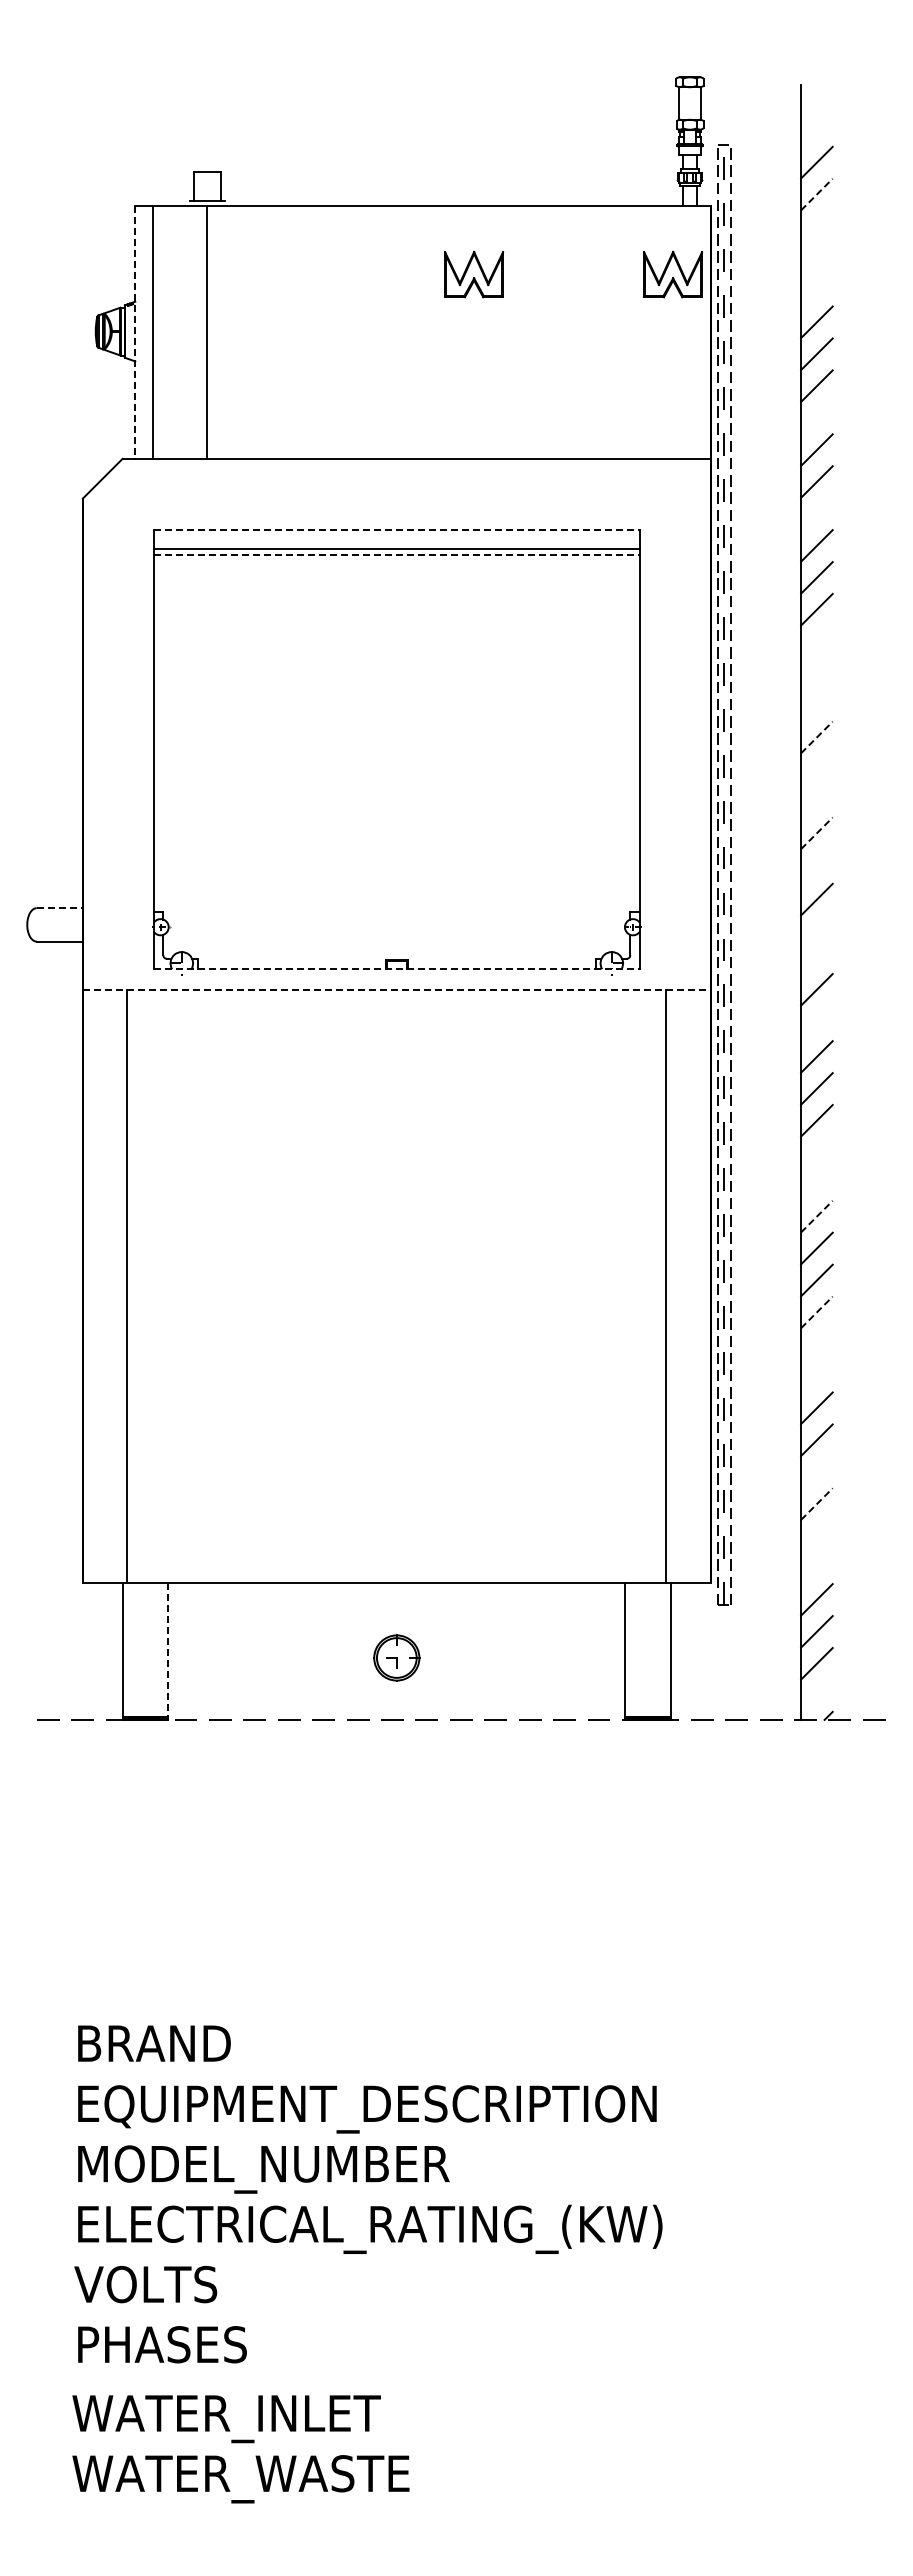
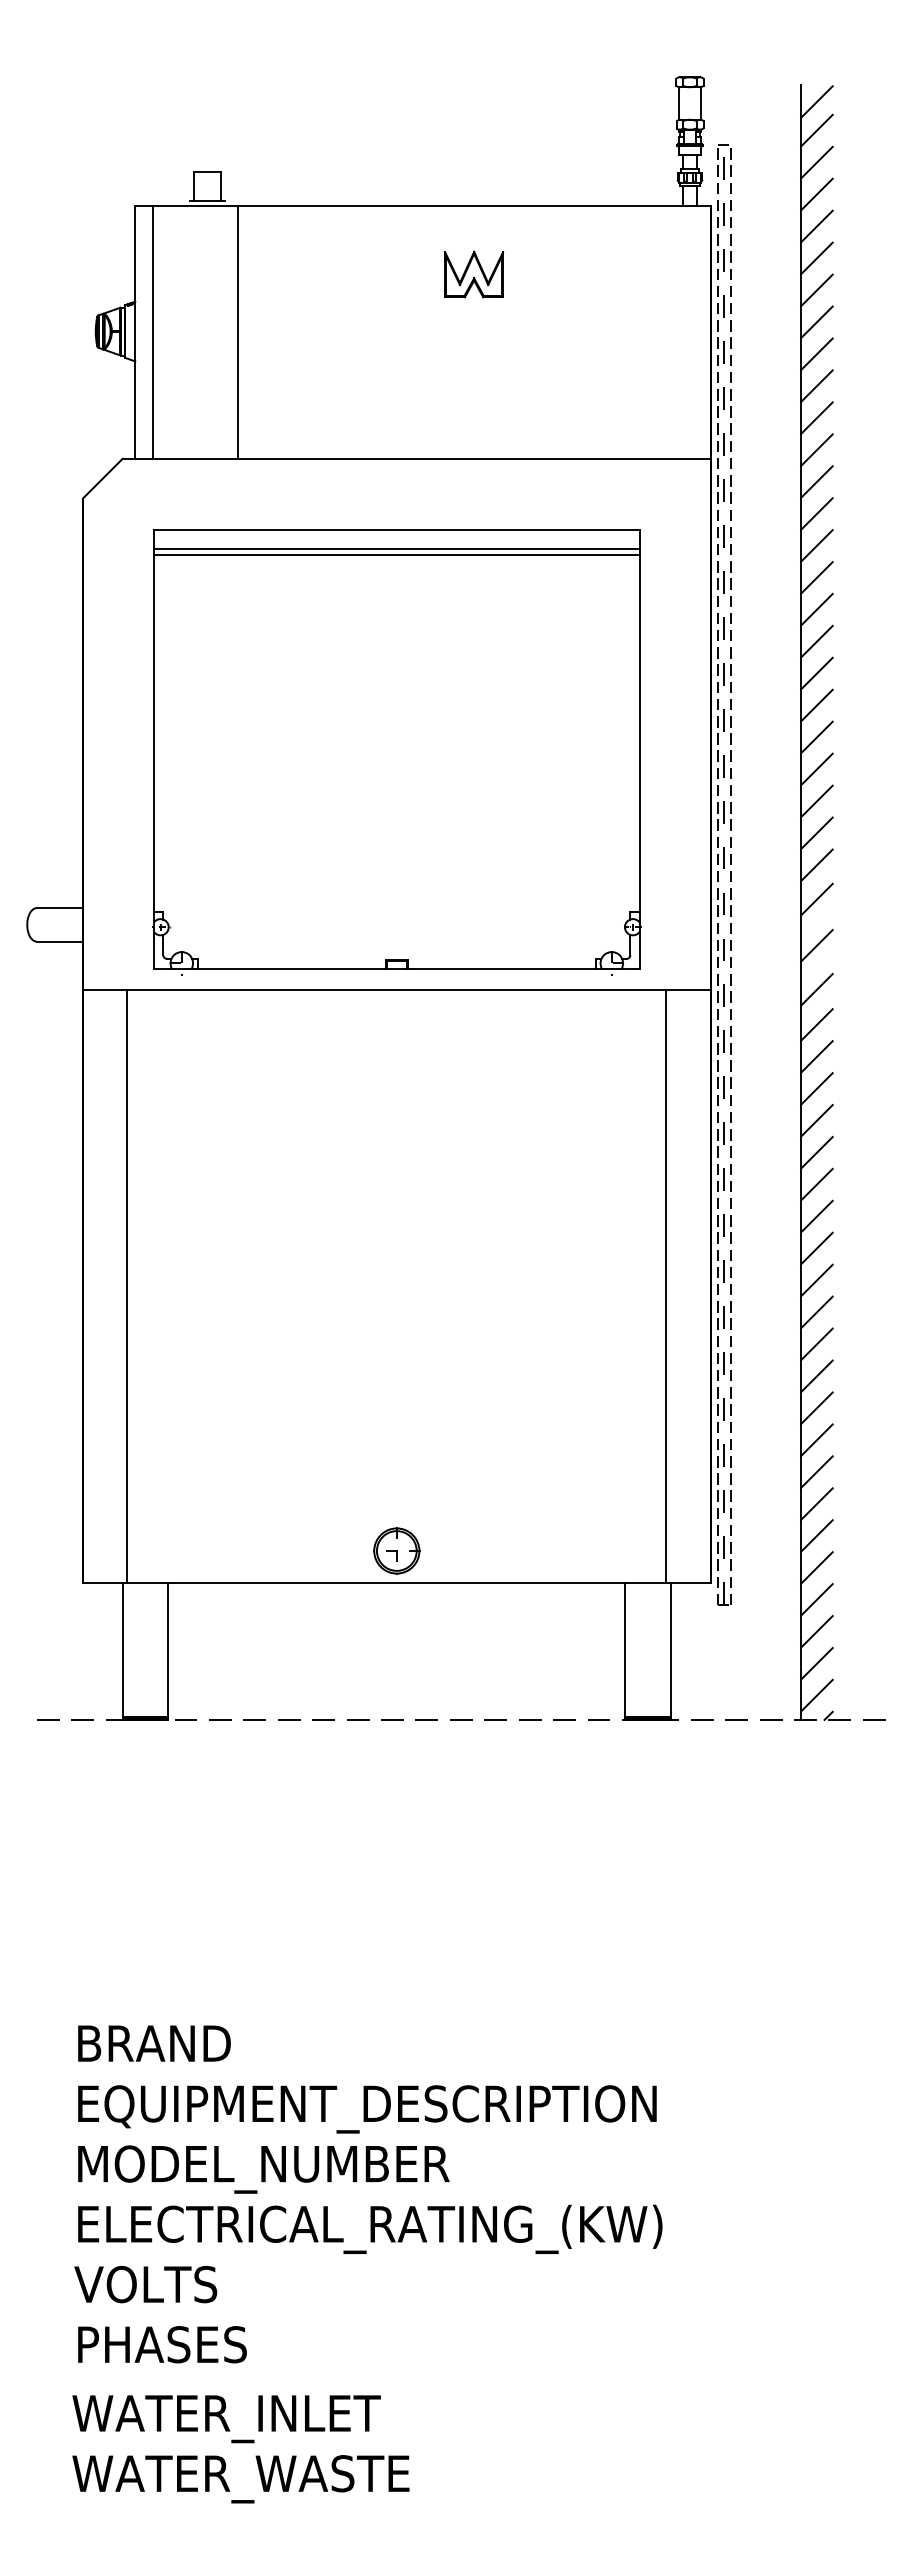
line at (816, 101): none -> present
line at (816, 130): none -> present
line at (817, 194): dashed -> solid
line at (816, 226): none -> present
line at (816, 258): none -> present
part at (672, 274): present -> none
line at (816, 290): none -> present
line at (207, 331) position: (207, 331) -> (238, 331)
line at (135, 332): dashed -> solid
line at (816, 417): none -> present
line at (816, 513): none -> present
line at (397, 529): dashed -> solid
line at (397, 554): dashed -> solid
line at (816, 641): none -> present
line at (816, 673): none -> present
line at (816, 705): none -> present
line at (817, 737): dashed -> solid
line at (816, 769): none -> present
line at (816, 801): none -> present
line at (817, 833): dashed -> solid
line at (816, 865): none -> present
line at (59, 908): dashed -> solid
line at (816, 945): none -> present
line at (397, 969): dashed -> solid
line at (396, 990): dashed -> solid
line at (816, 1024): none -> present
line at (816, 1152): none -> present
line at (816, 1184): none -> present
line at (817, 1216): dashed -> solid
line at (817, 1312): dashed -> solid
line at (816, 1344): none -> present
line at (816, 1376): none -> present
line at (816, 1471): none -> present
line at (817, 1503): dashed -> solid
line at (816, 1535): none -> present
line at (816, 1567): none -> present
line at (168, 1651): dashed -> solid
part at (396, 1657) position: (396, 1657) -> (396, 1550)
line at (816, 1694): none -> present
